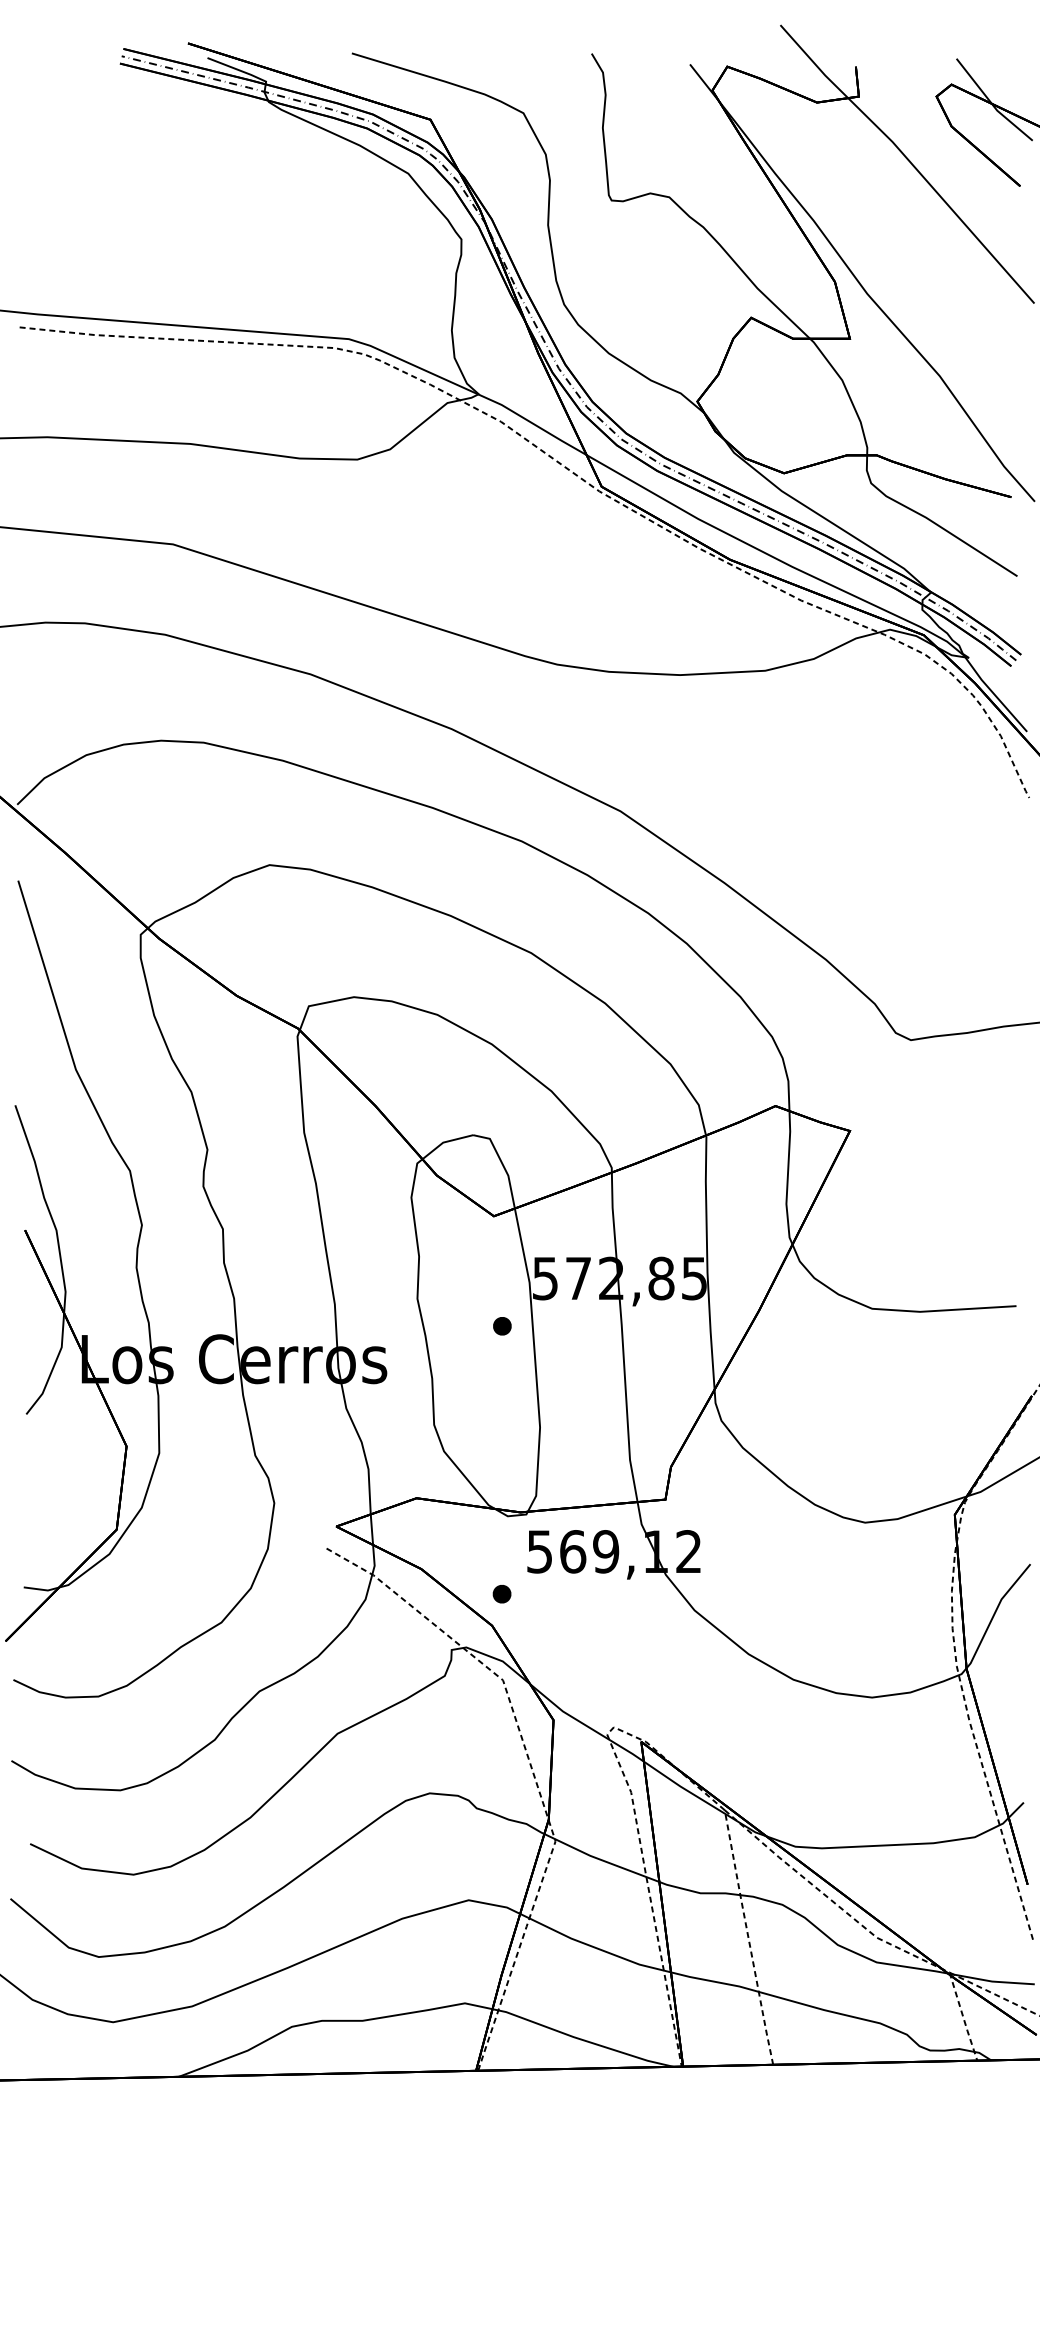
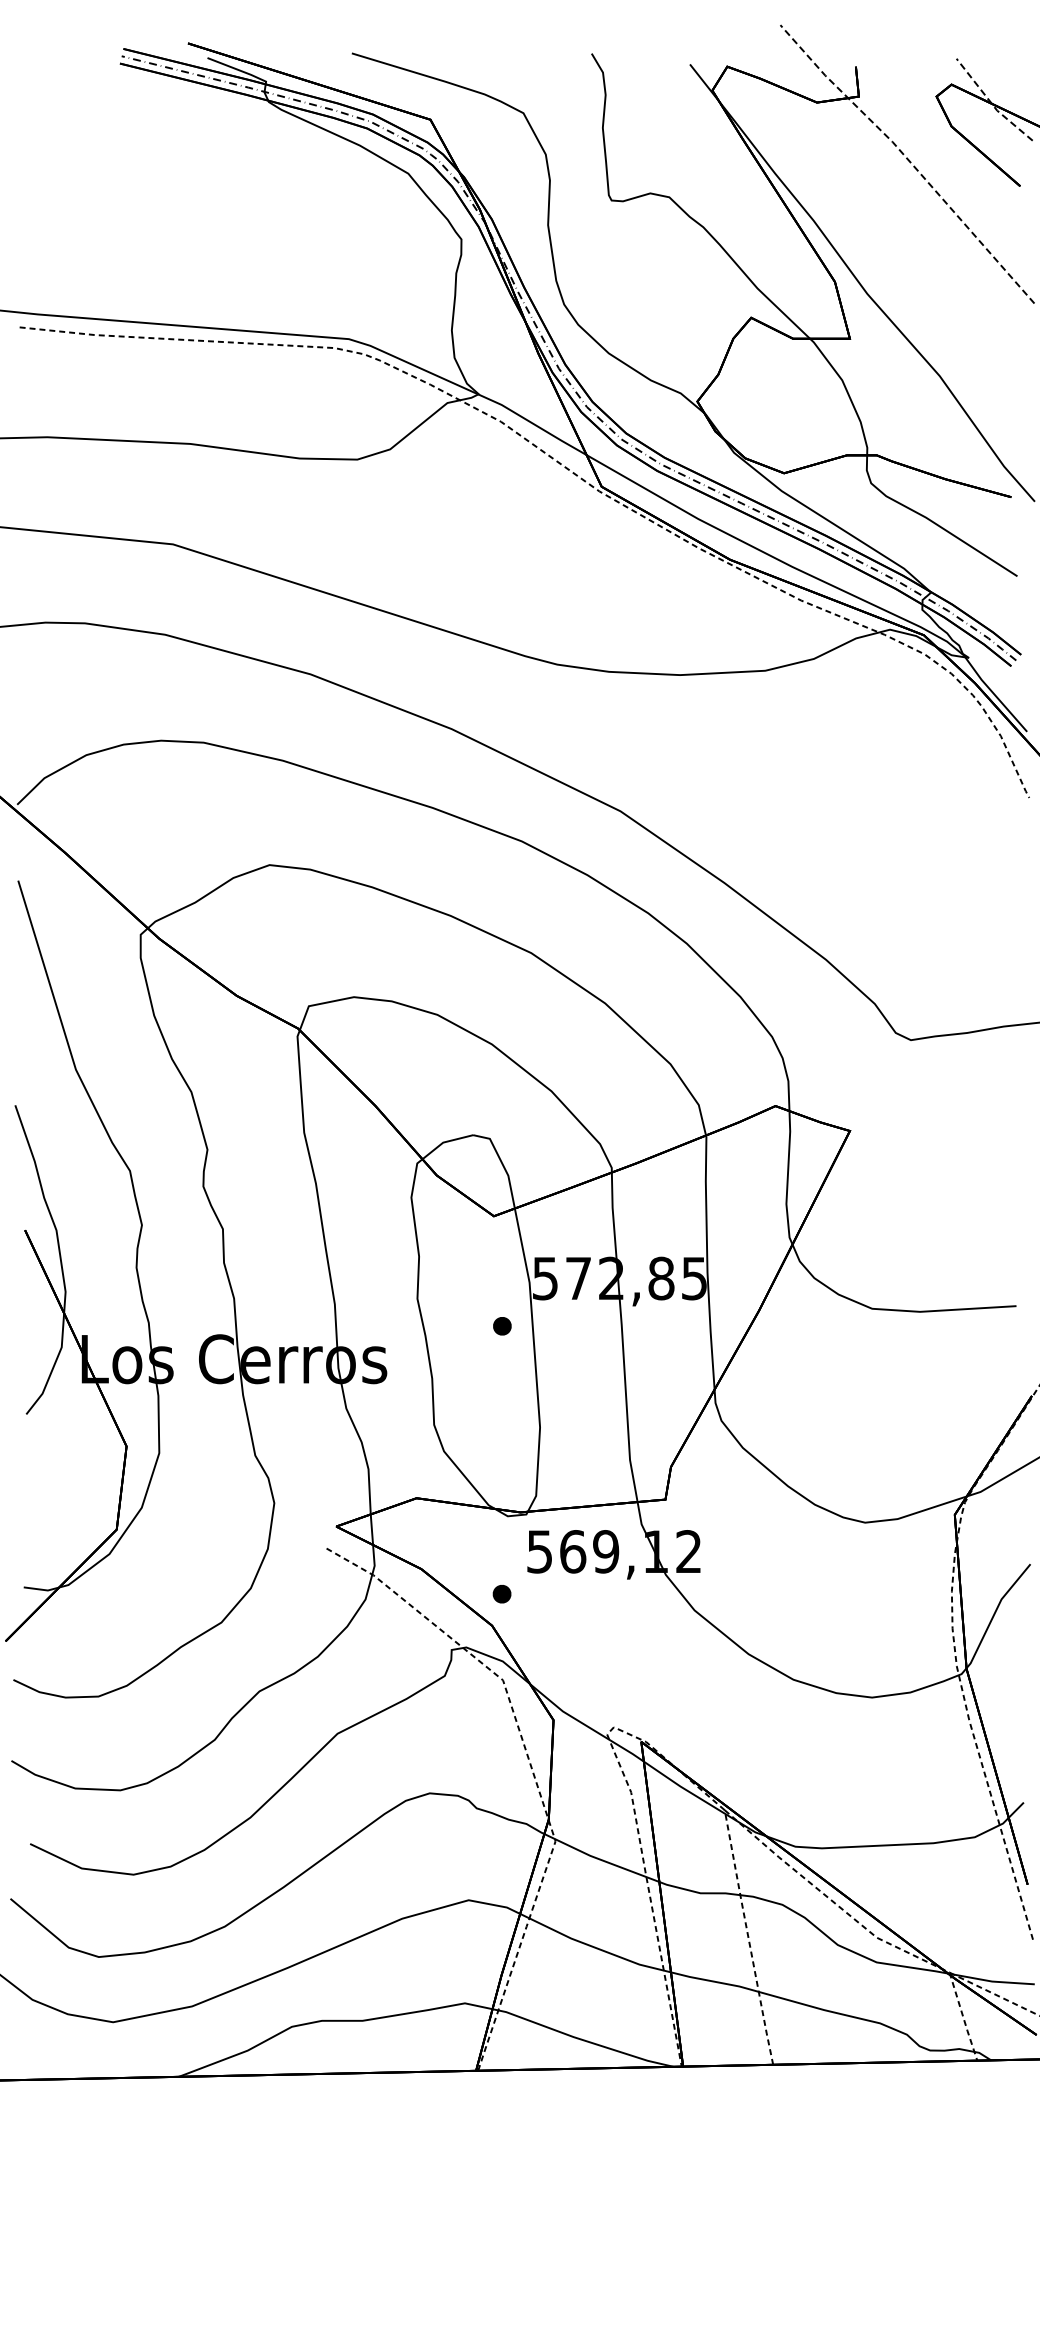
line at (991, 103): solid -> dashed
line at (909, 160): solid -> dashed
